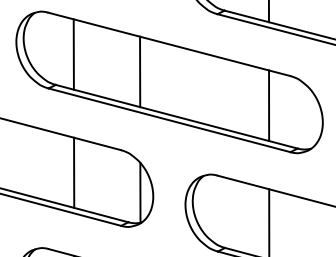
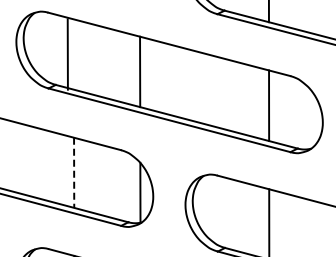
line at (73, 54) position: (73, 54) -> (67, 54)
line at (74, 173): solid -> dashed
